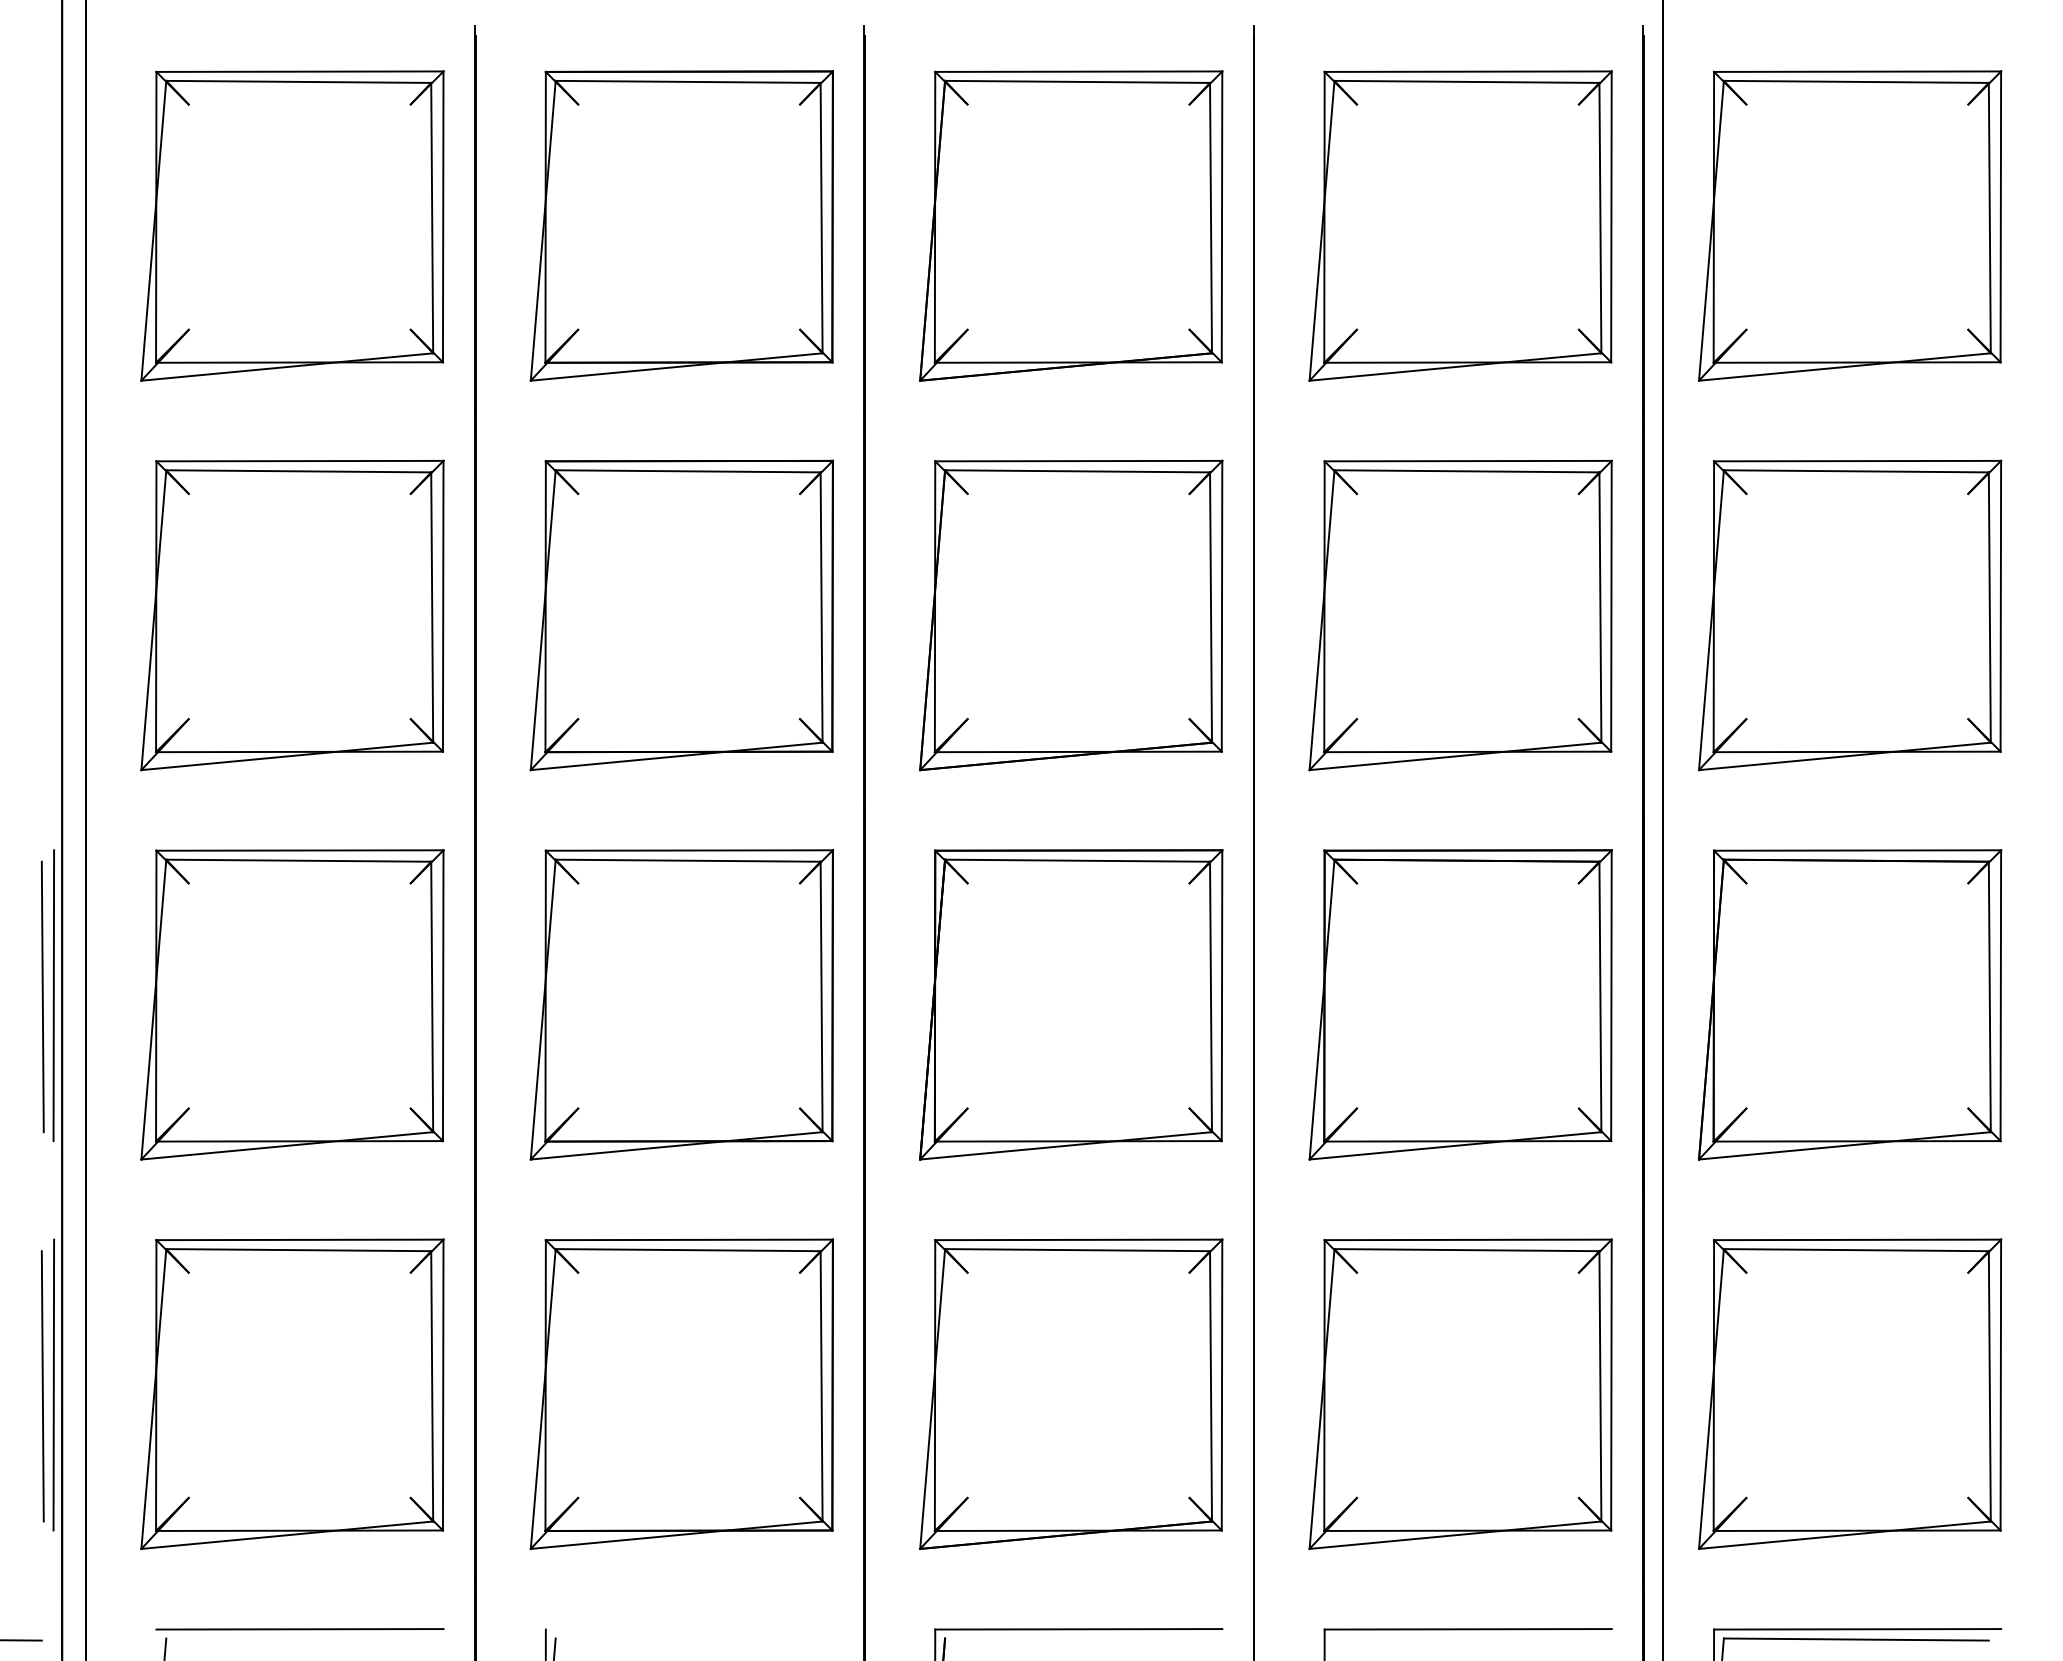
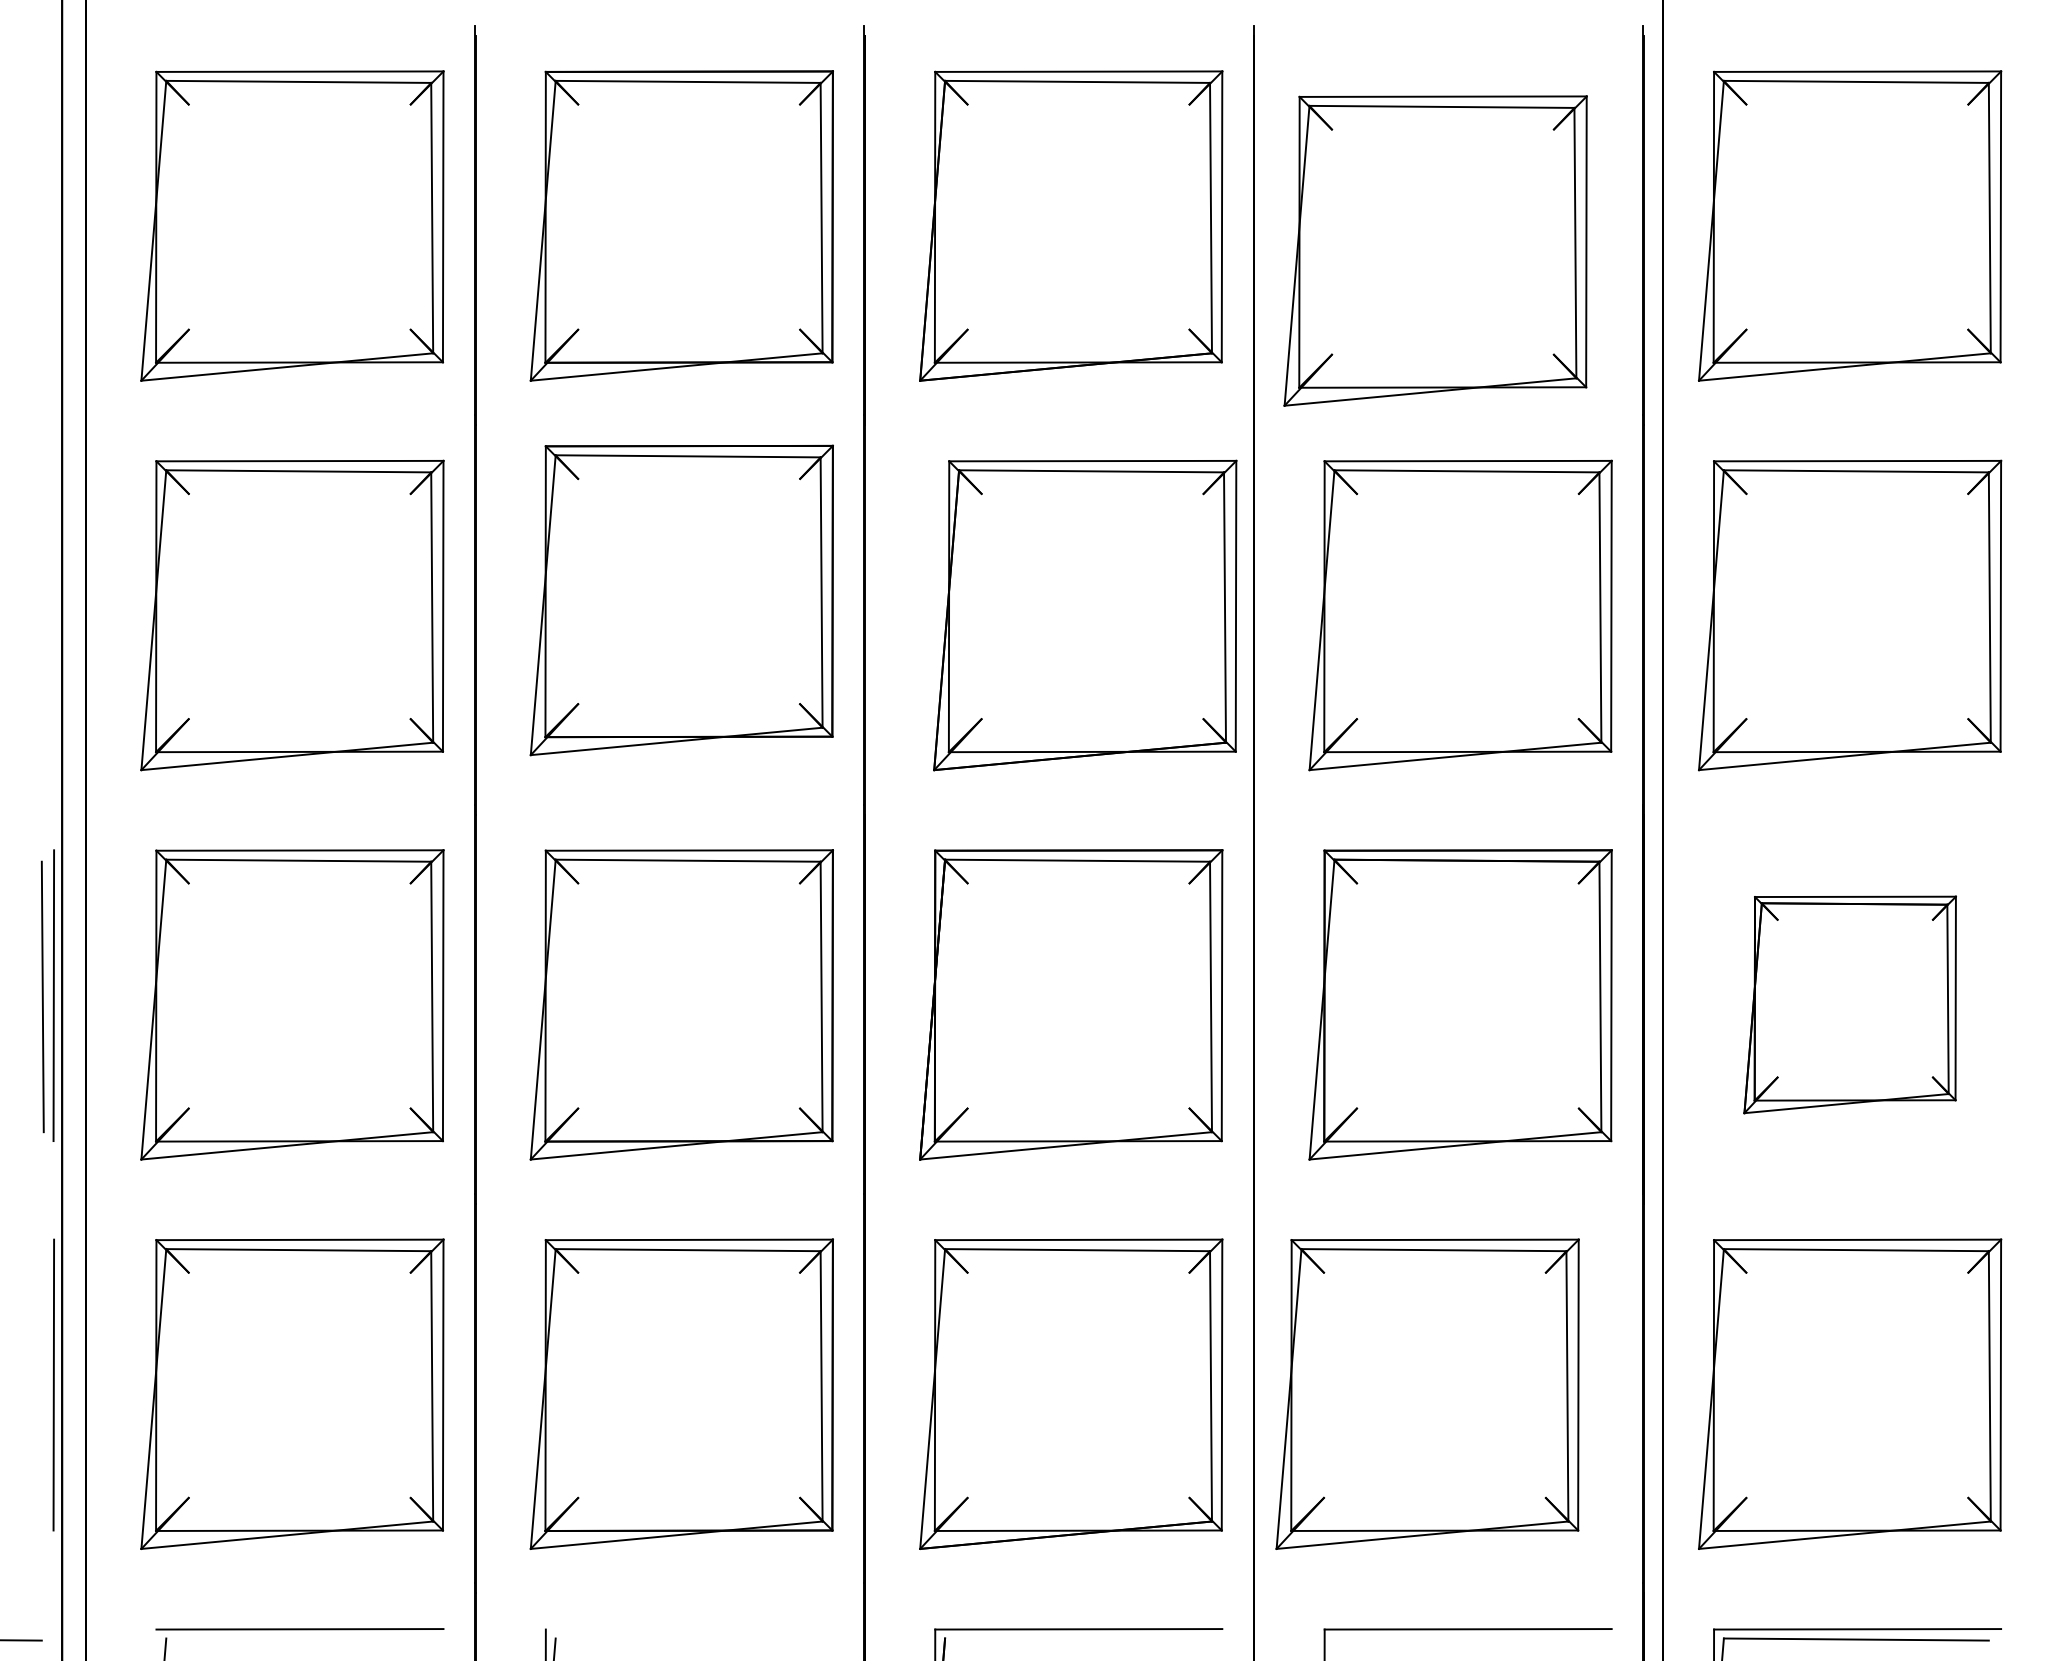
part at (1460, 225) position: (1460, 225) -> (1435, 250)
part at (681, 615) position: (681, 615) -> (681, 600)
part at (1071, 615) position: (1071, 615) -> (1085, 615)
part at (1850, 1004) size: 305x312 px -> 214x220 px
line at (42, 1386): present -> none
part at (1460, 1393) position: (1460, 1393) -> (1427, 1393)
